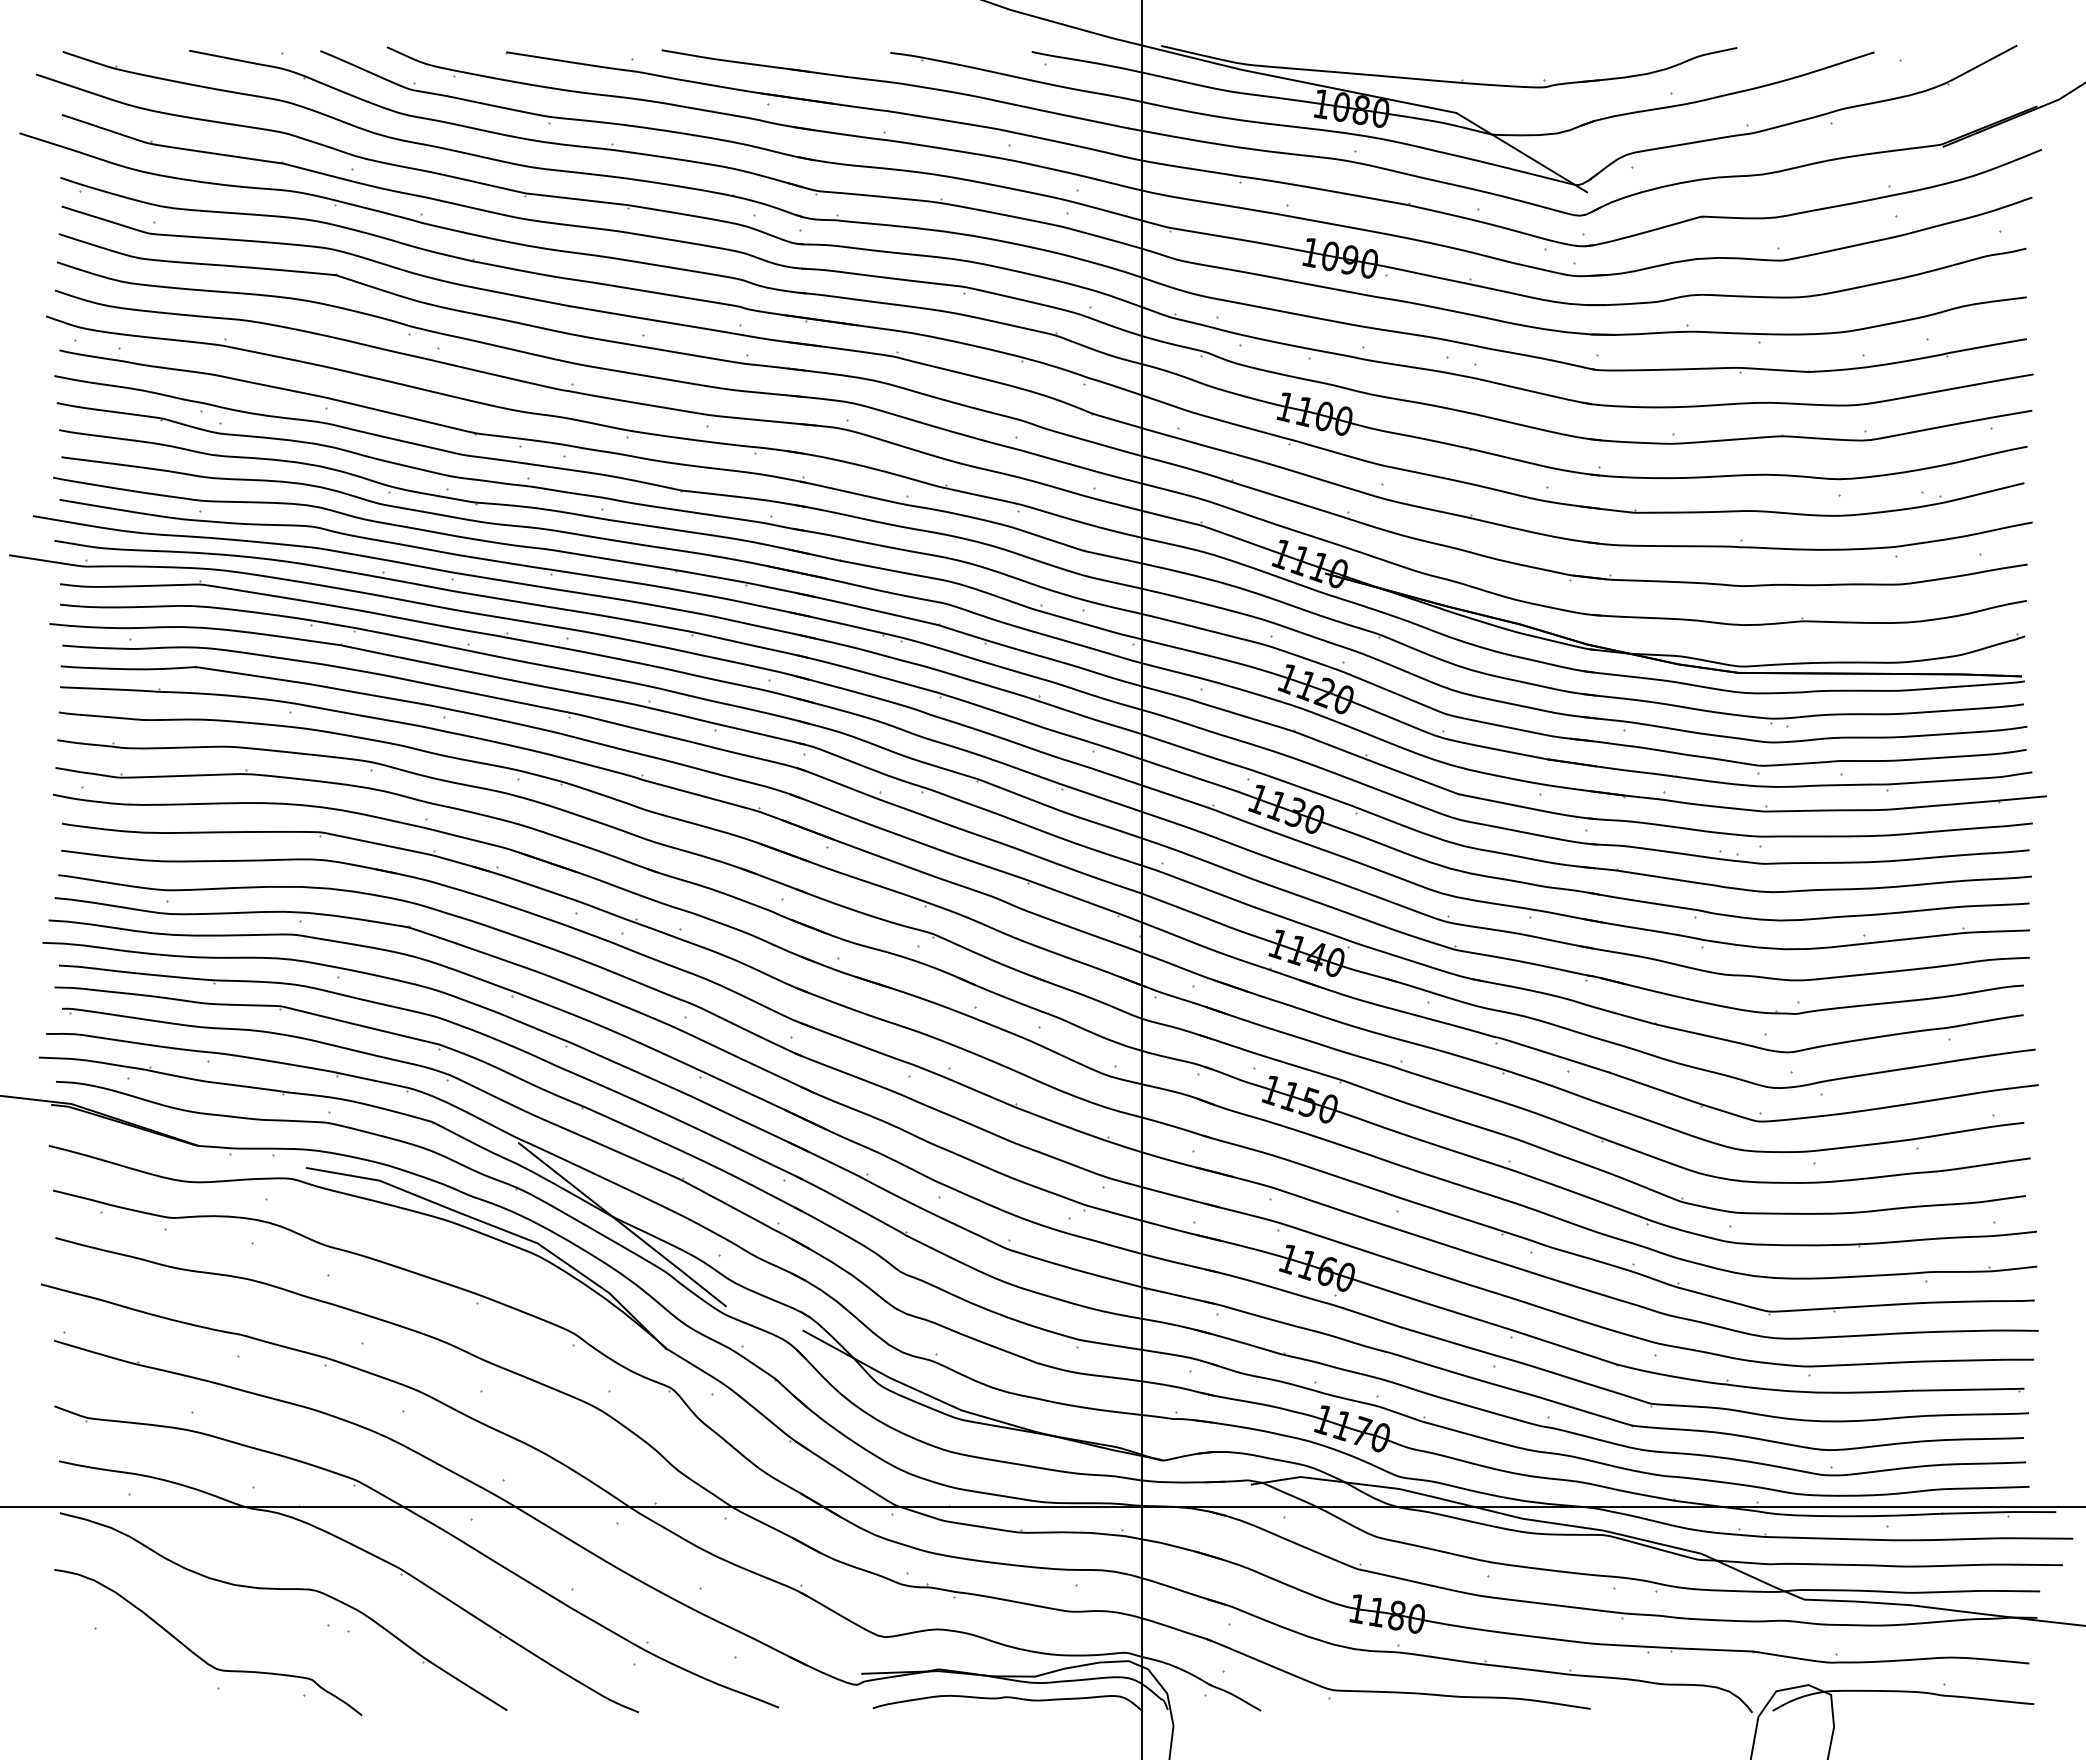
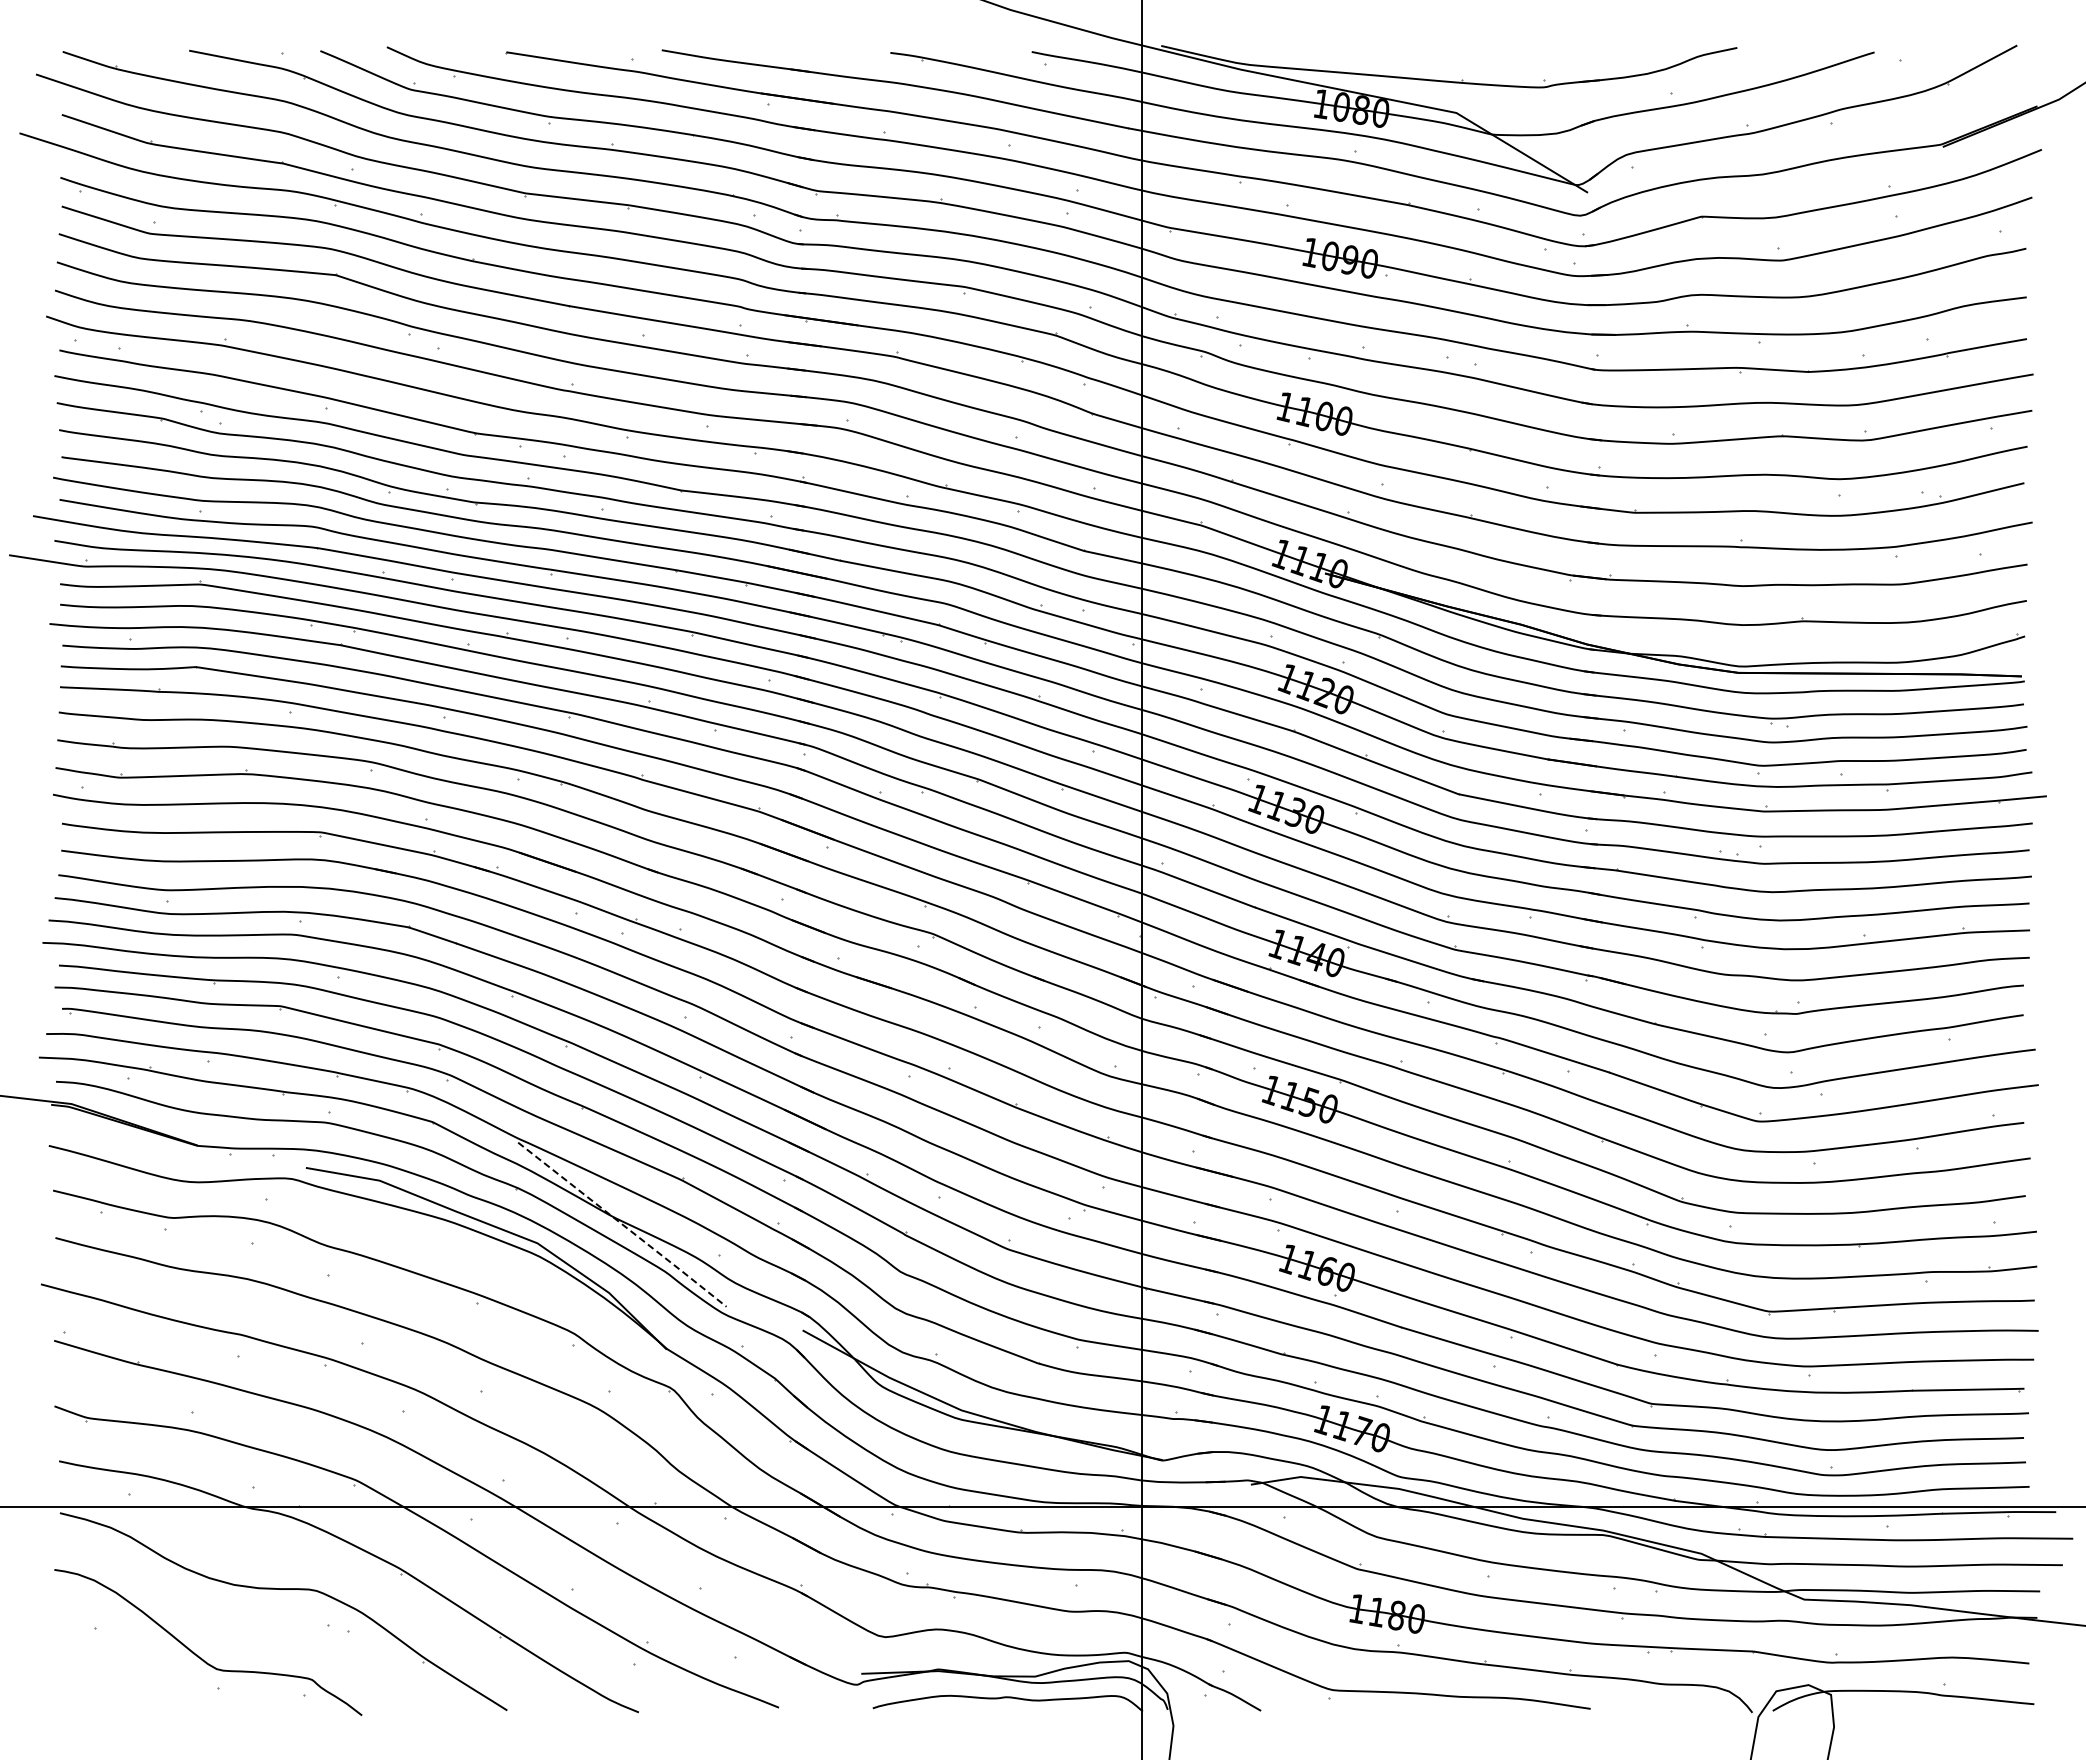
line at (623, 1225): solid -> dashed
